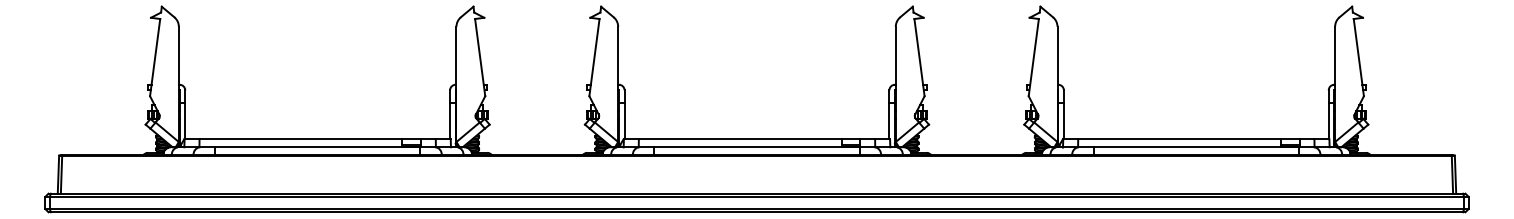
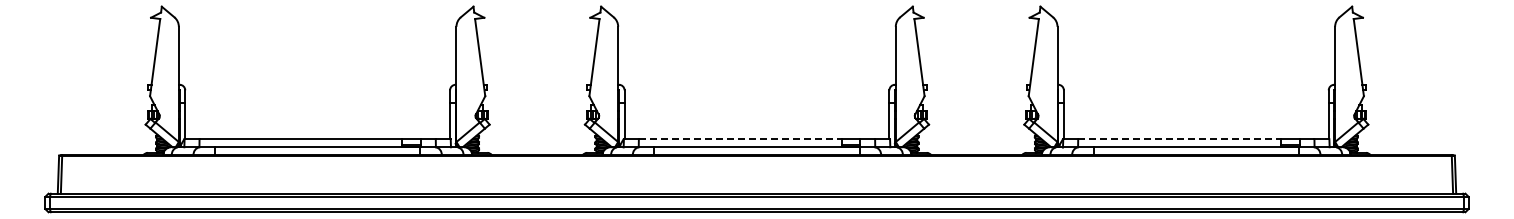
line at (740, 139): solid -> dashed
line at (1180, 139): solid -> dashed
